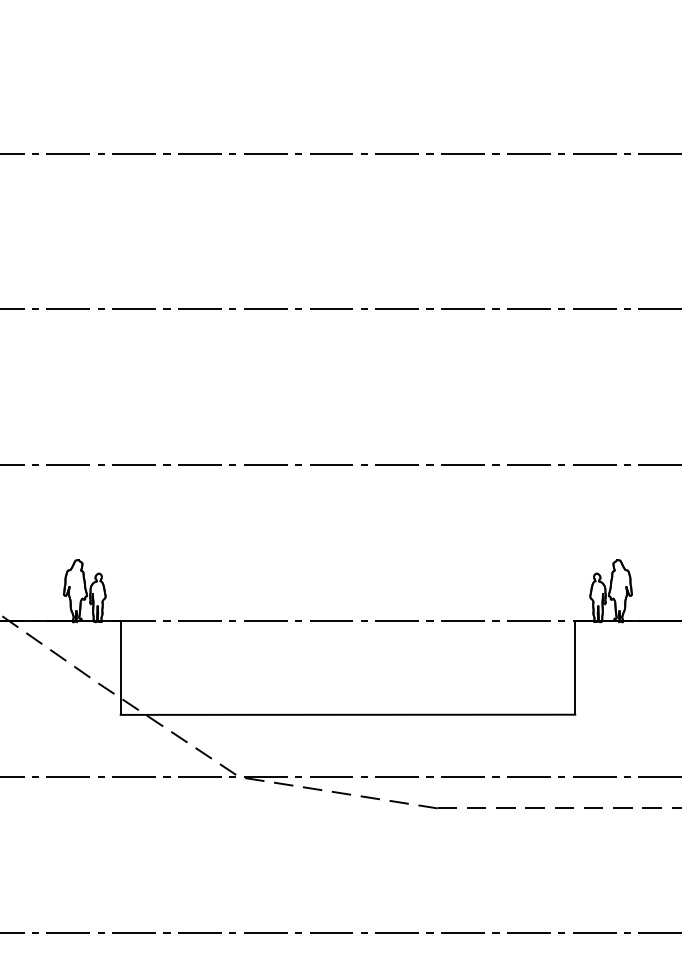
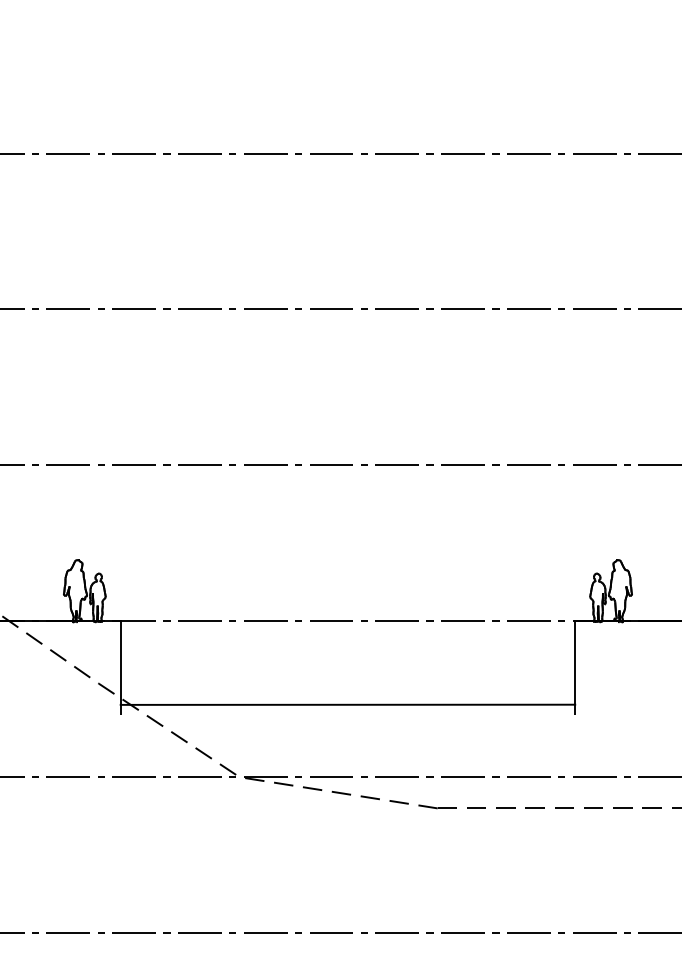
line at (347, 714) position: (347, 714) -> (347, 704)
